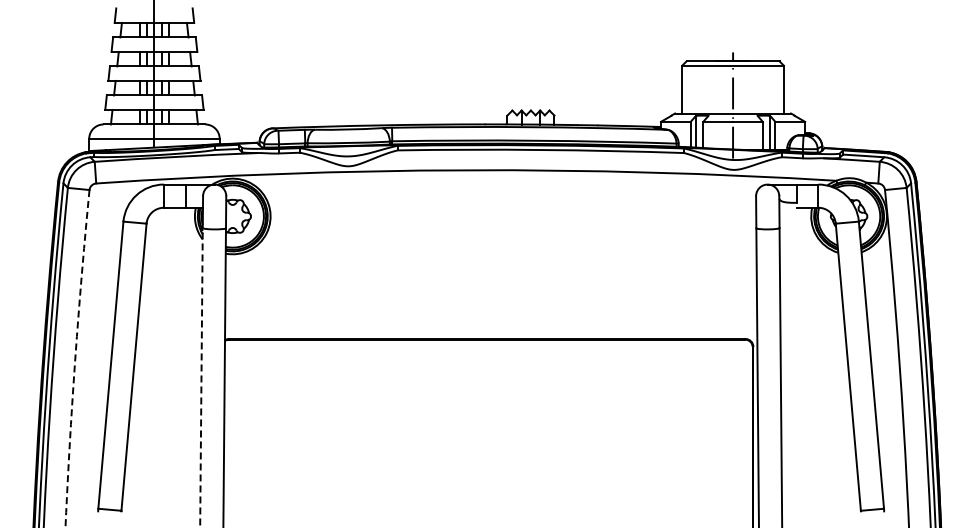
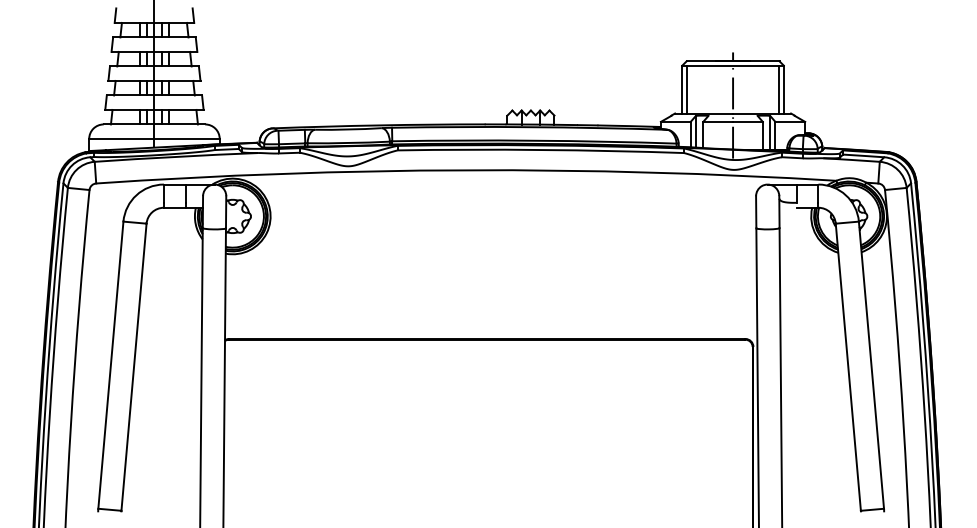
line at (687, 89): none -> present
line at (778, 89): none -> present
arc at (75, 359): dashed -> solid
line at (201, 377): dashed -> solid
